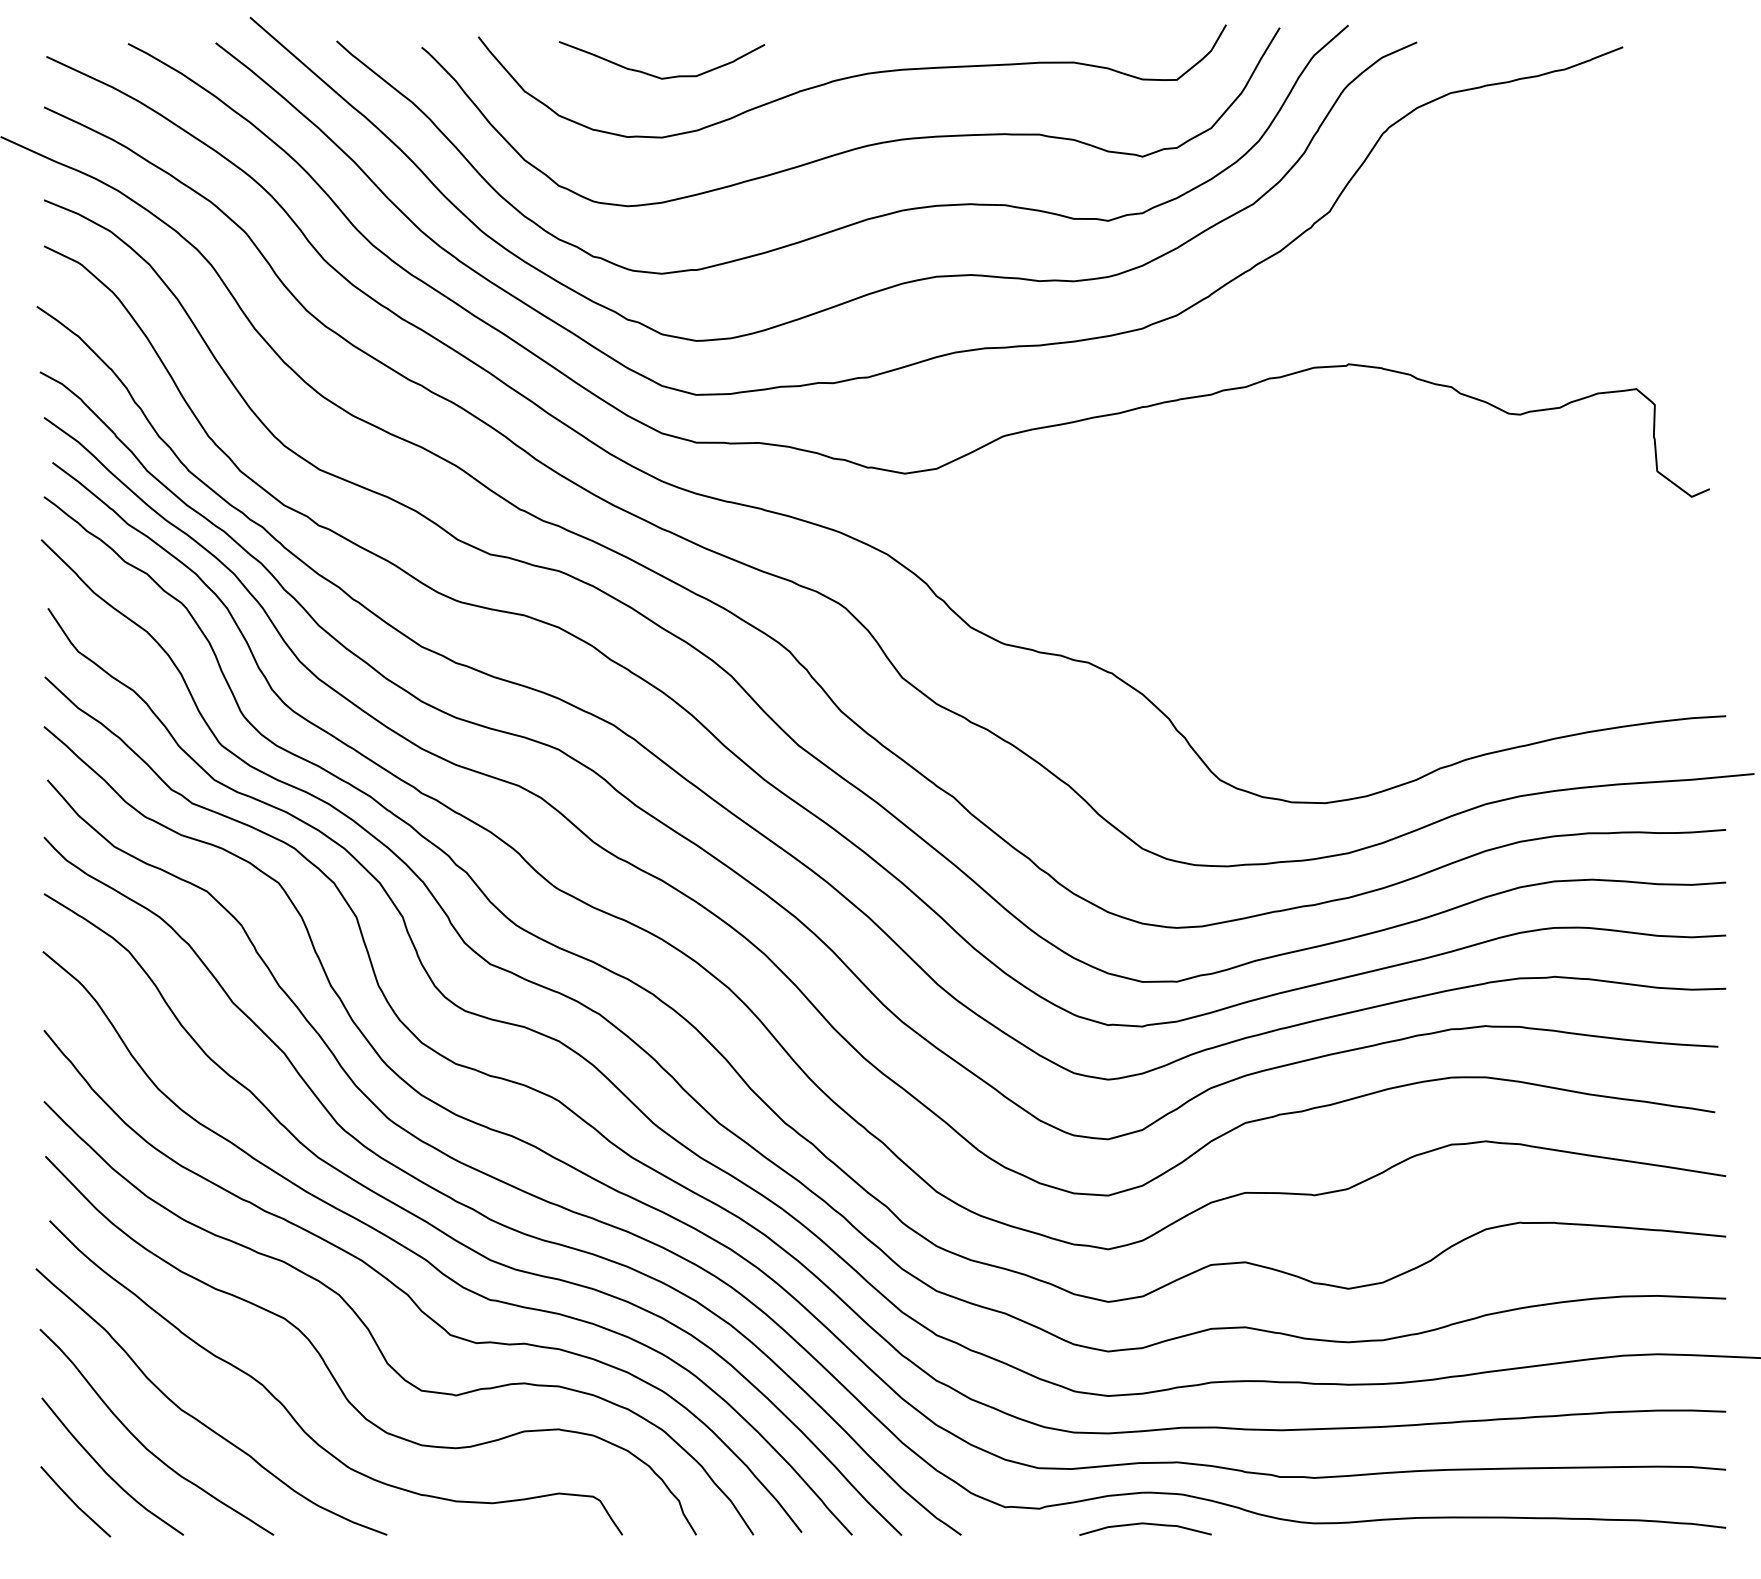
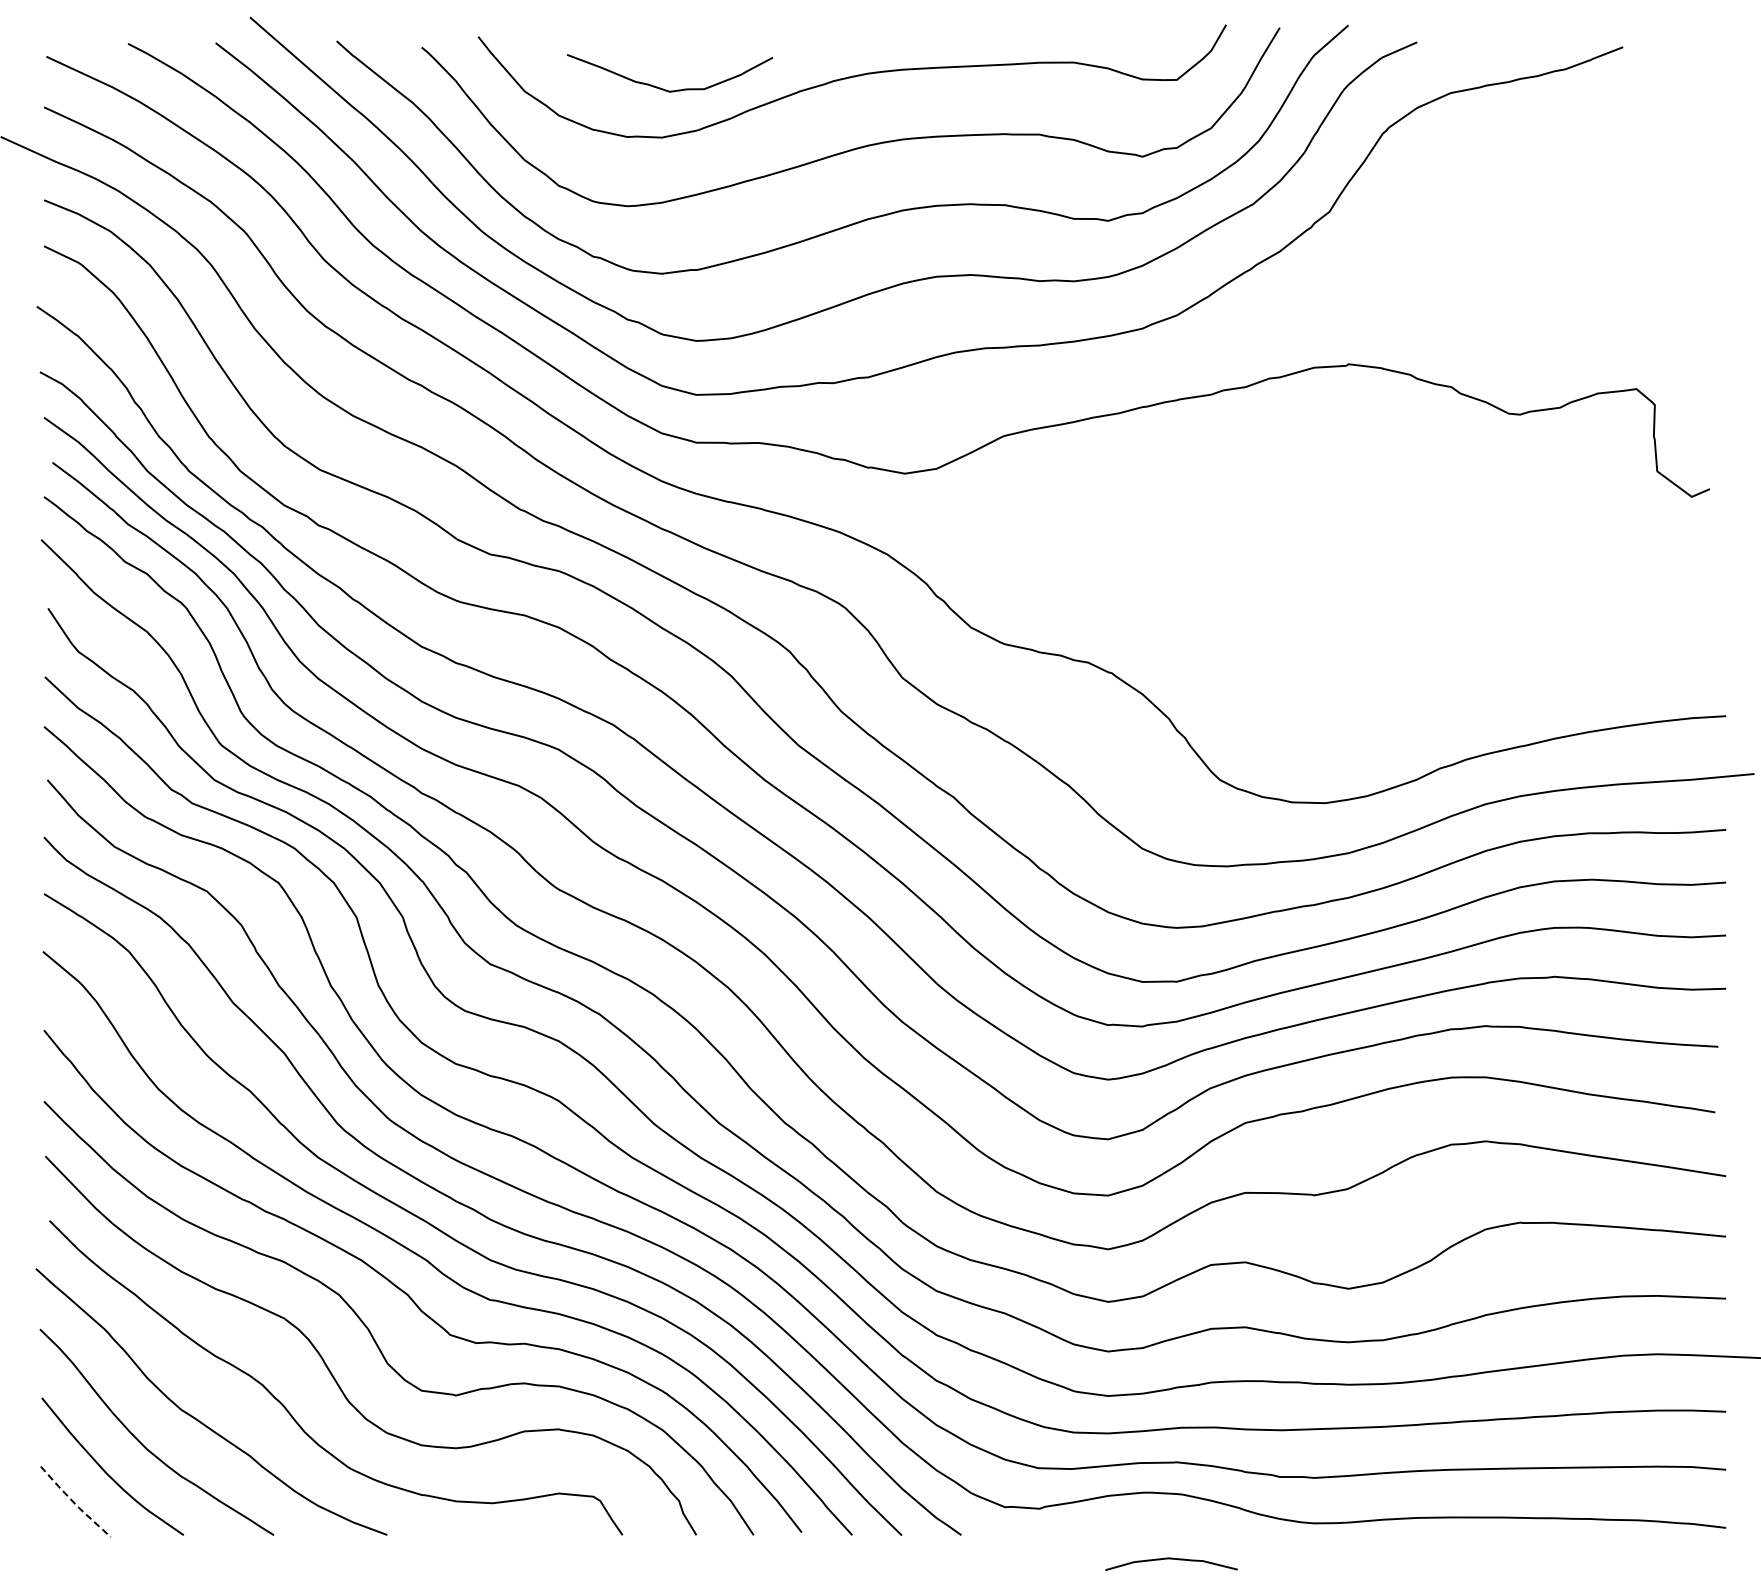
curve at (655, 75) position: (655, 75) -> (663, 88)
line at (74, 1503): solid -> dashed
curve at (1145, 1524) position: (1145, 1524) -> (1171, 1559)
